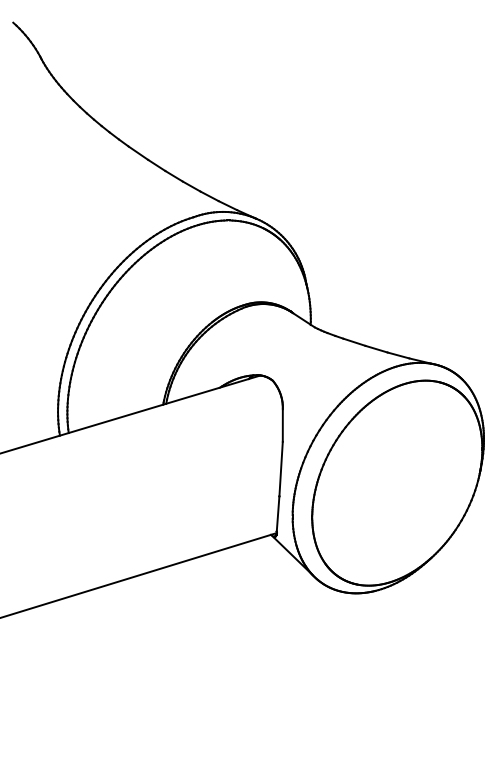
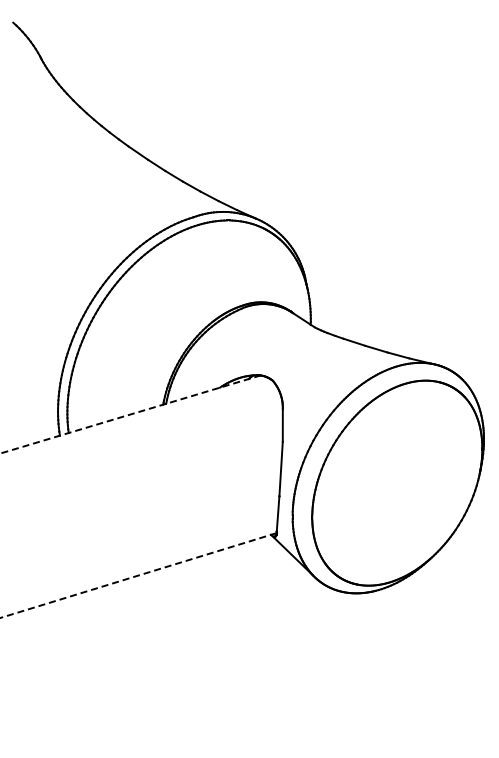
line at (131, 414): solid -> dashed
line at (137, 575): solid -> dashed
